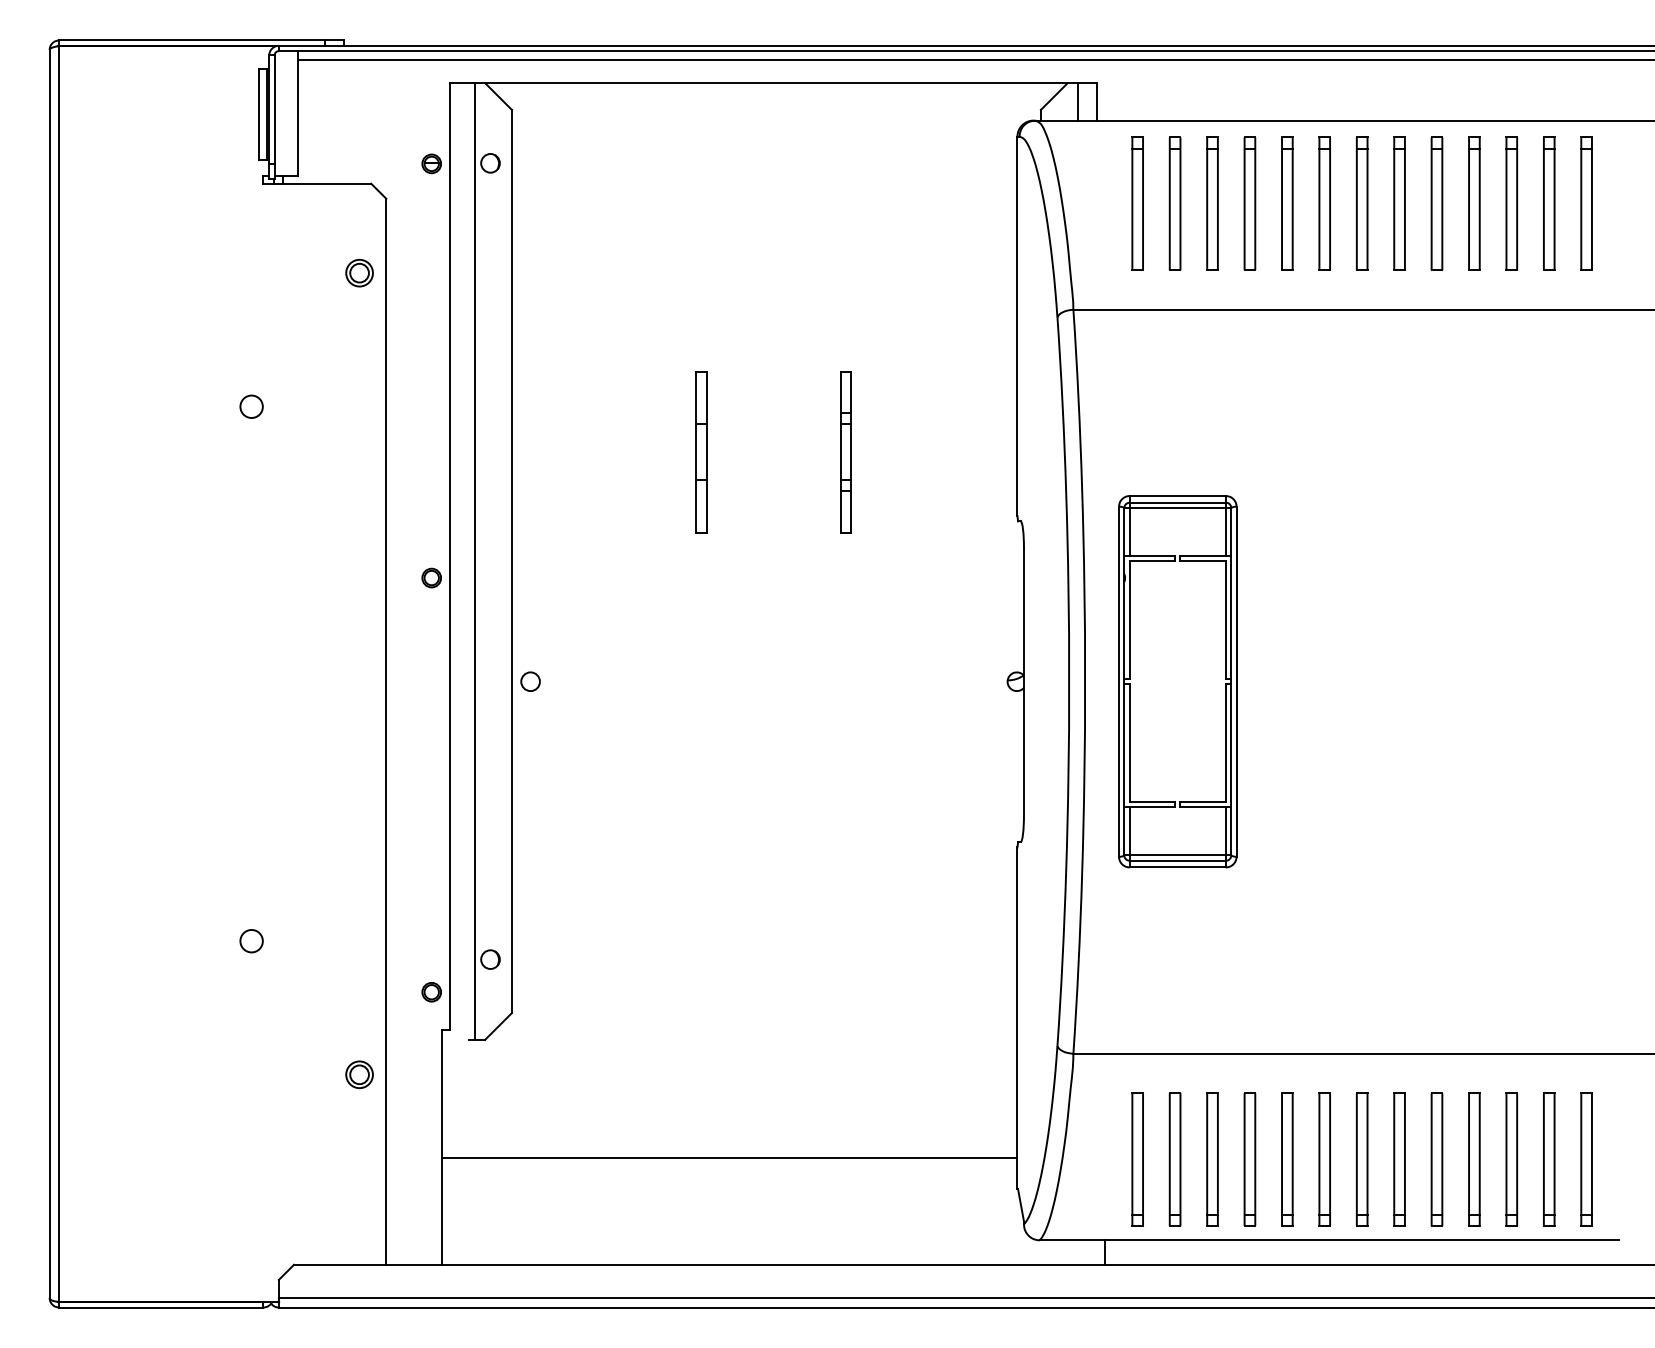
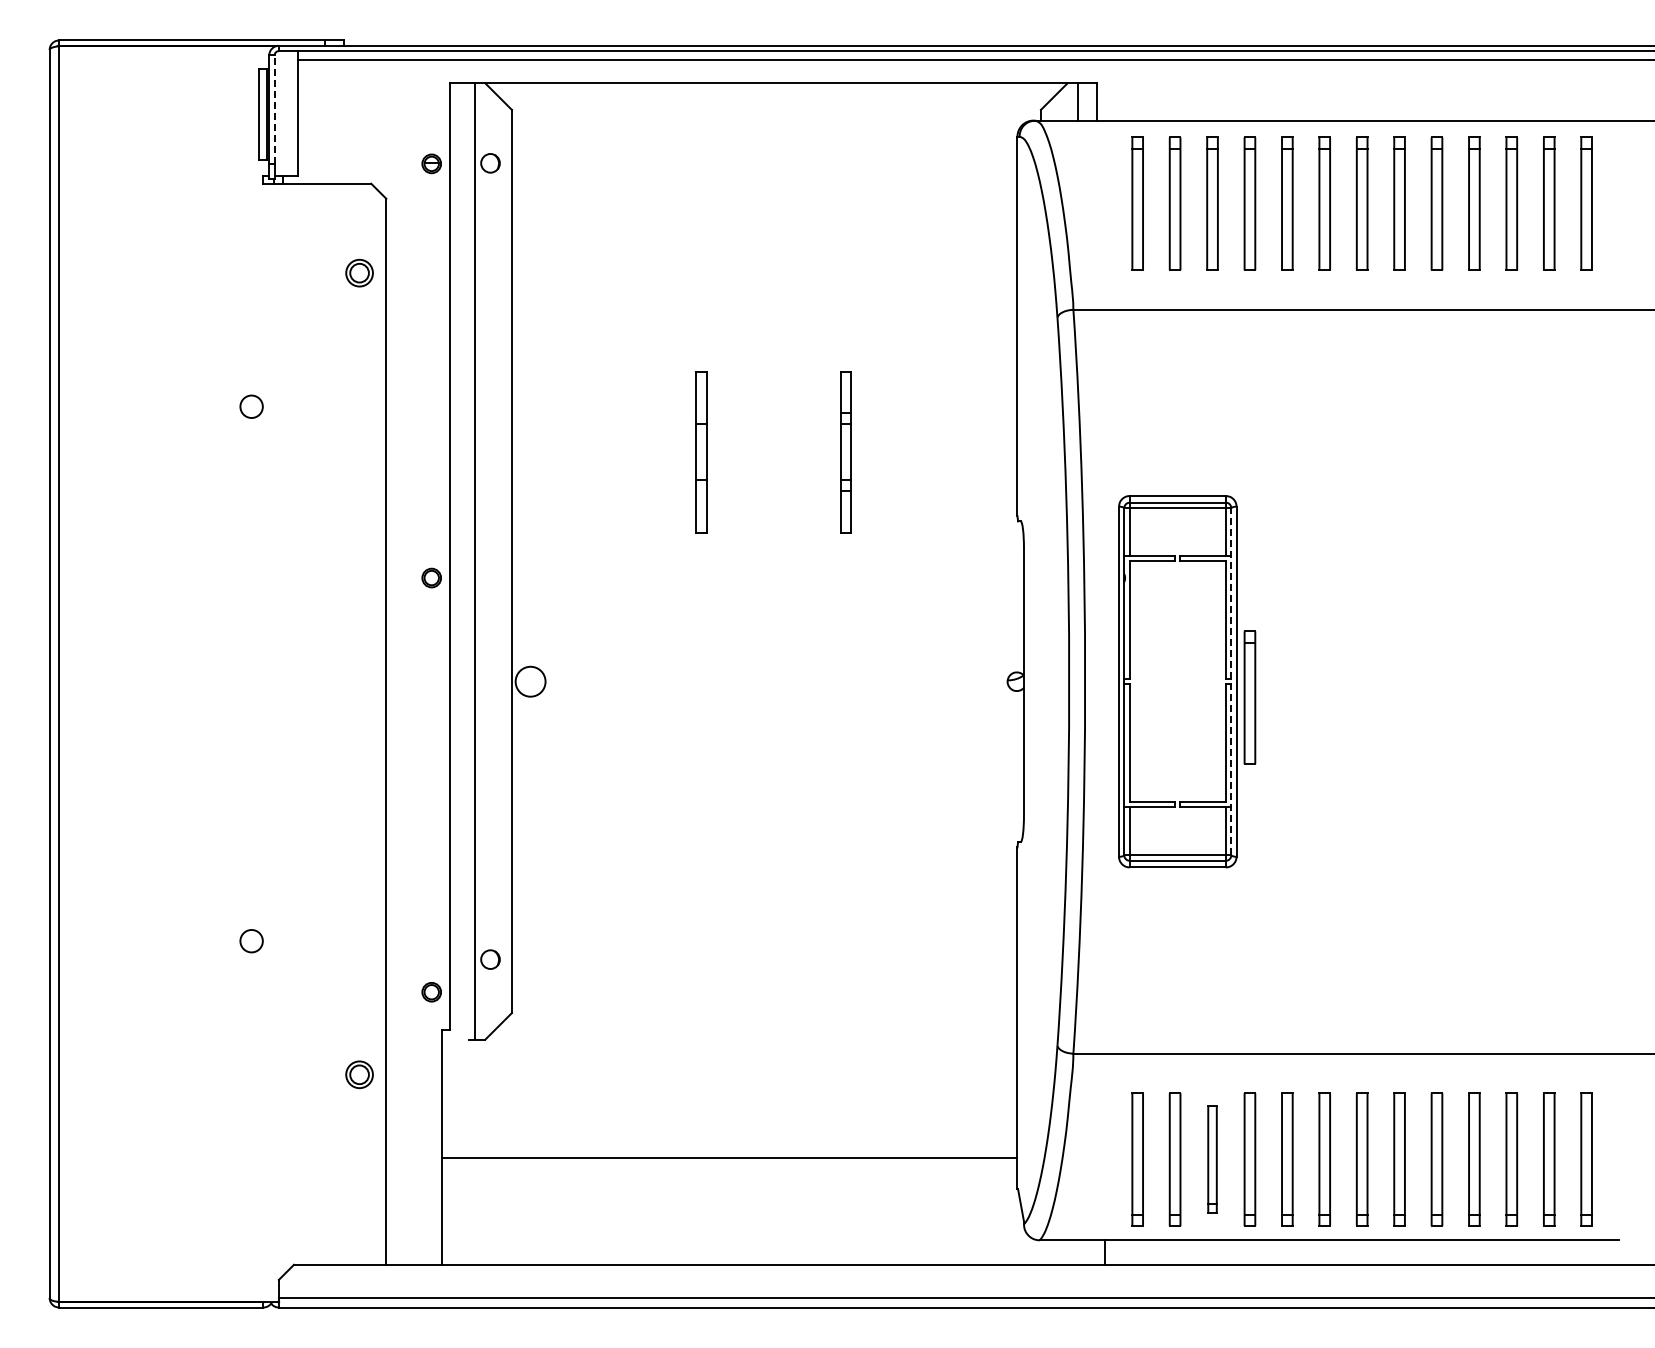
line at (274, 109): solid -> dashed
circle at (530, 681) diameter: 19 px -> 30 px
line at (1231, 681): solid -> dashed
part at (1249, 697): none -> present
part at (1212, 1159) size: 13x135 px -> 11x109 px
